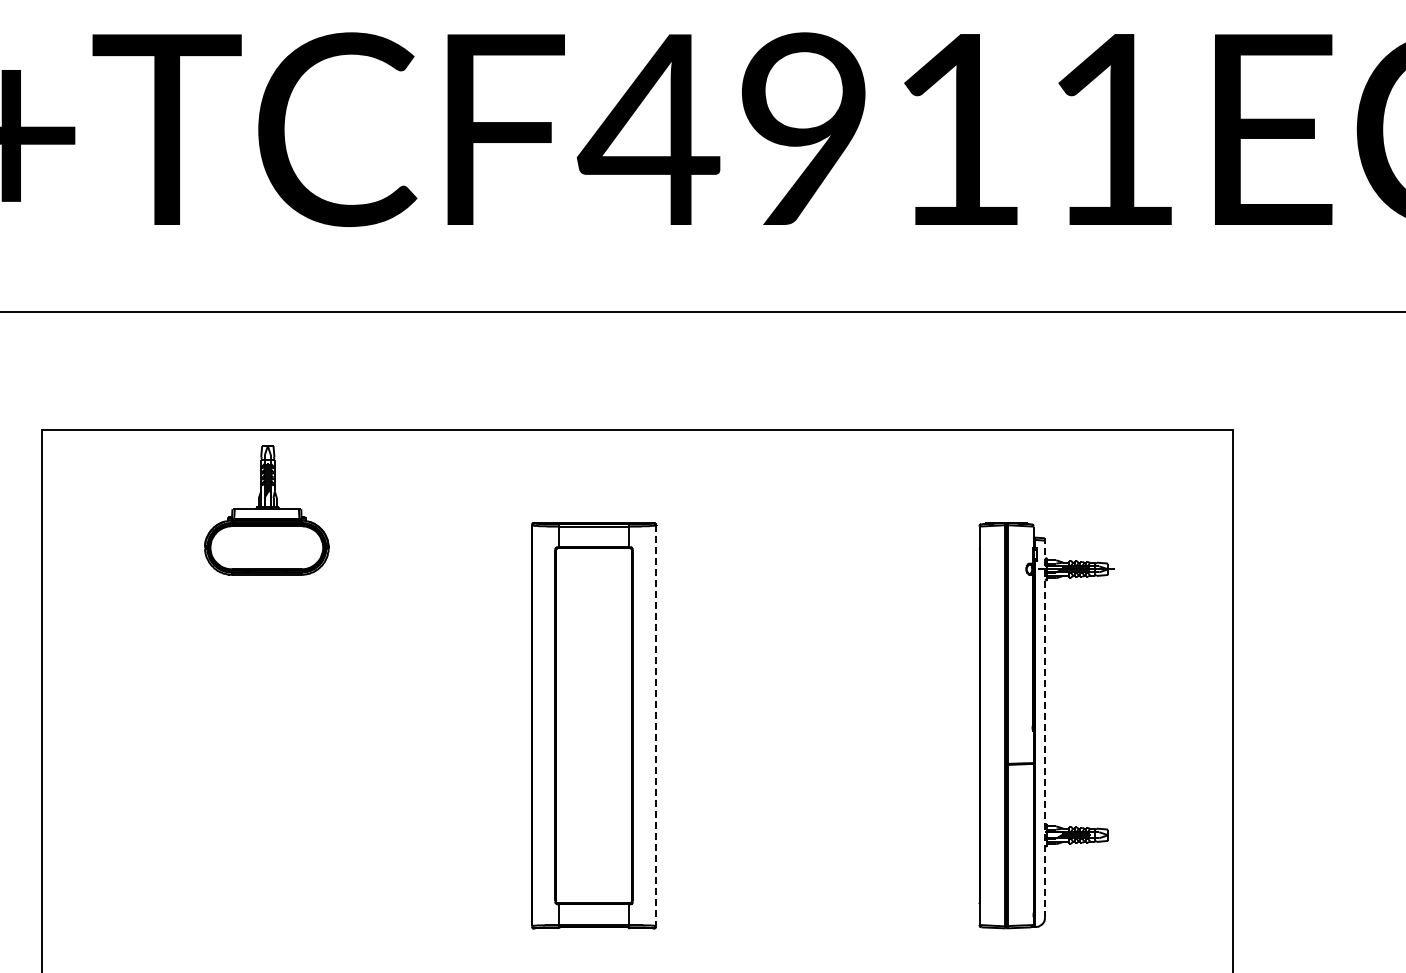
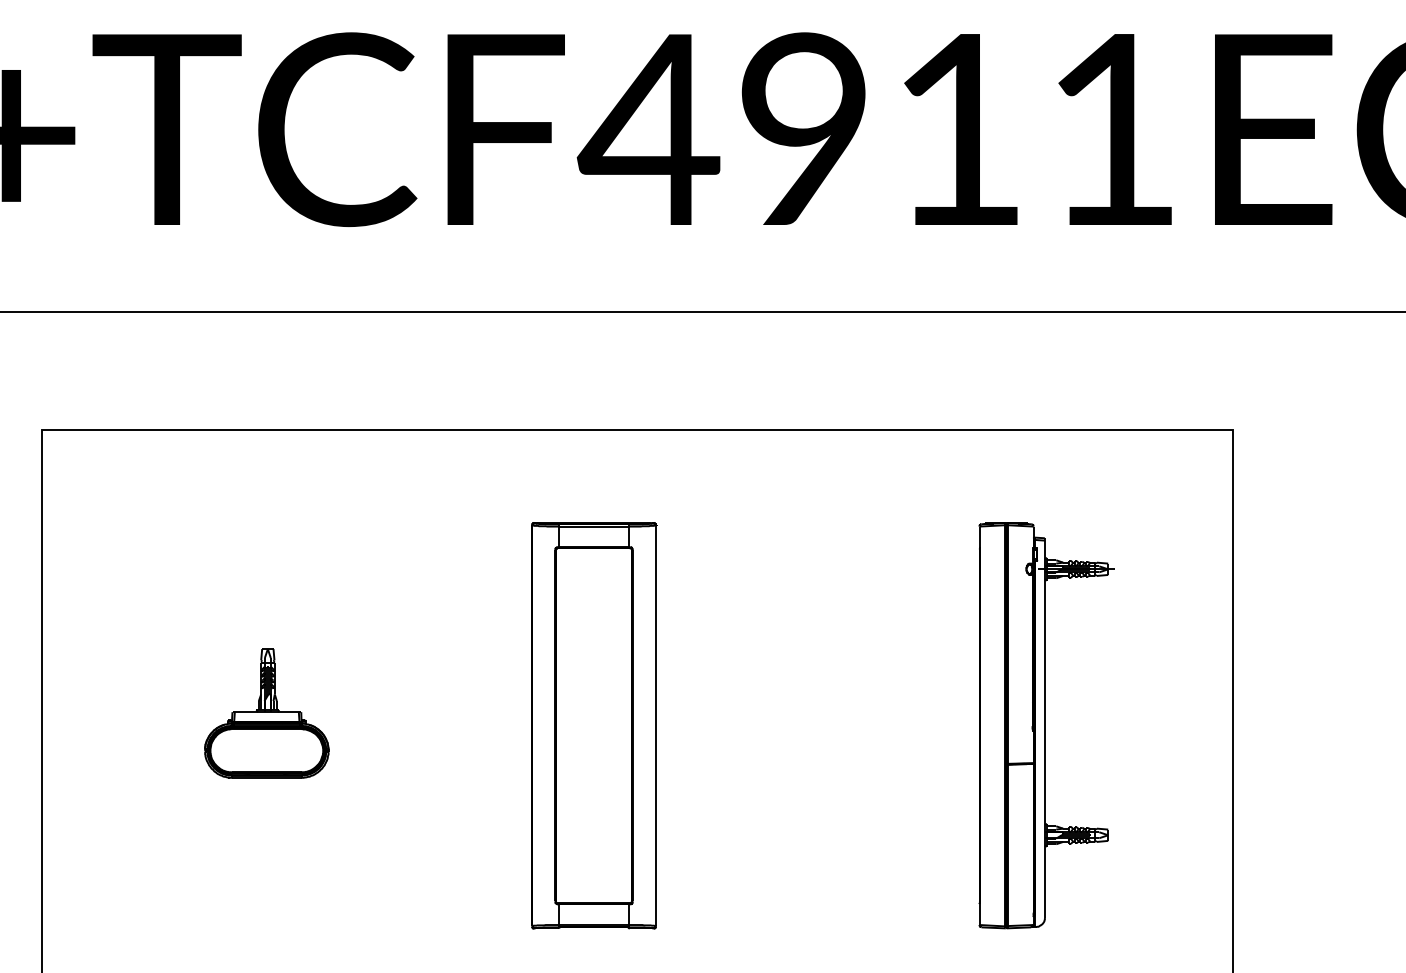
part at (266, 510) position: (266, 510) -> (266, 713)
line at (655, 725): dashed -> solid
line at (1044, 728): dashed -> solid
